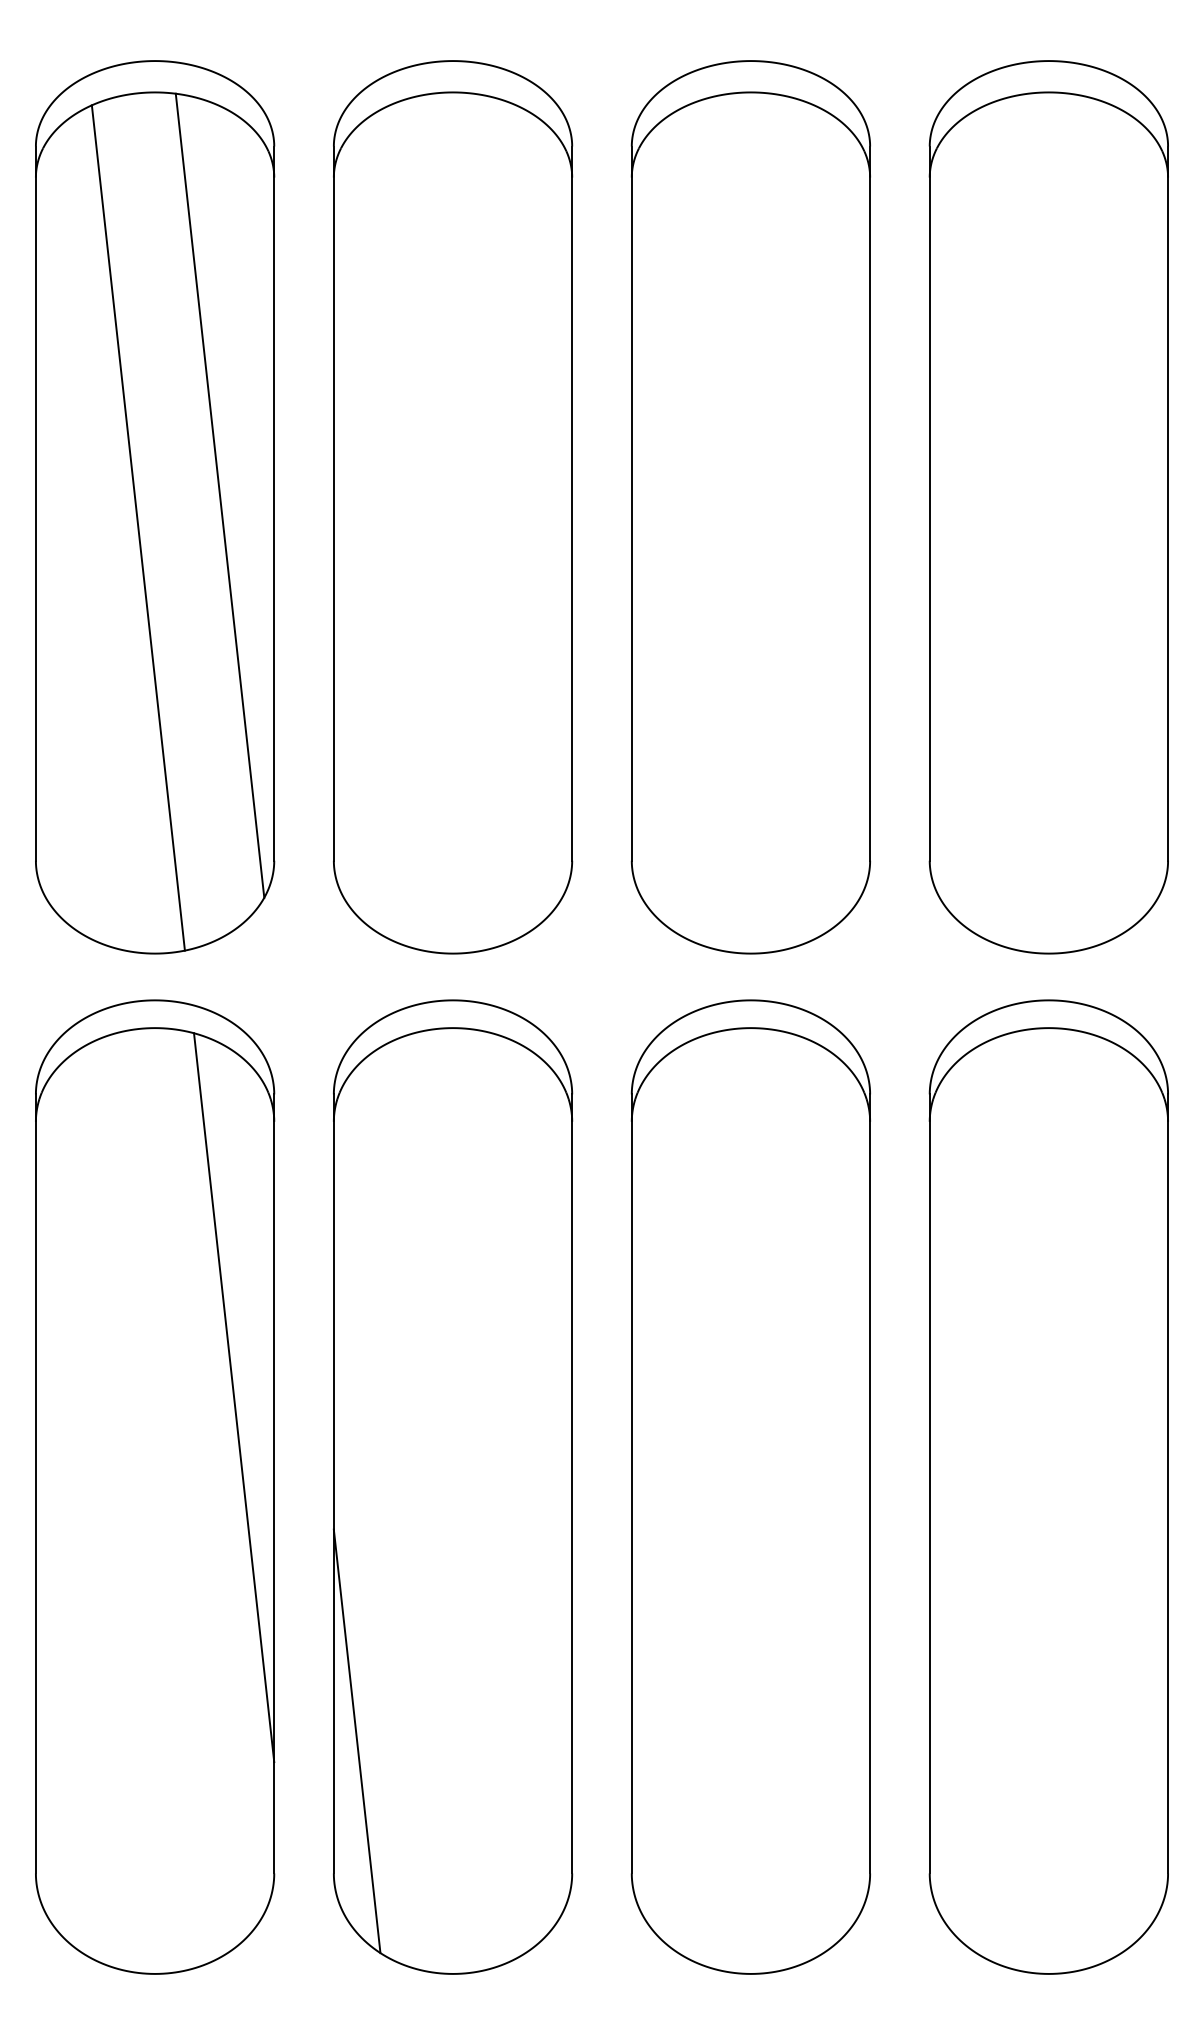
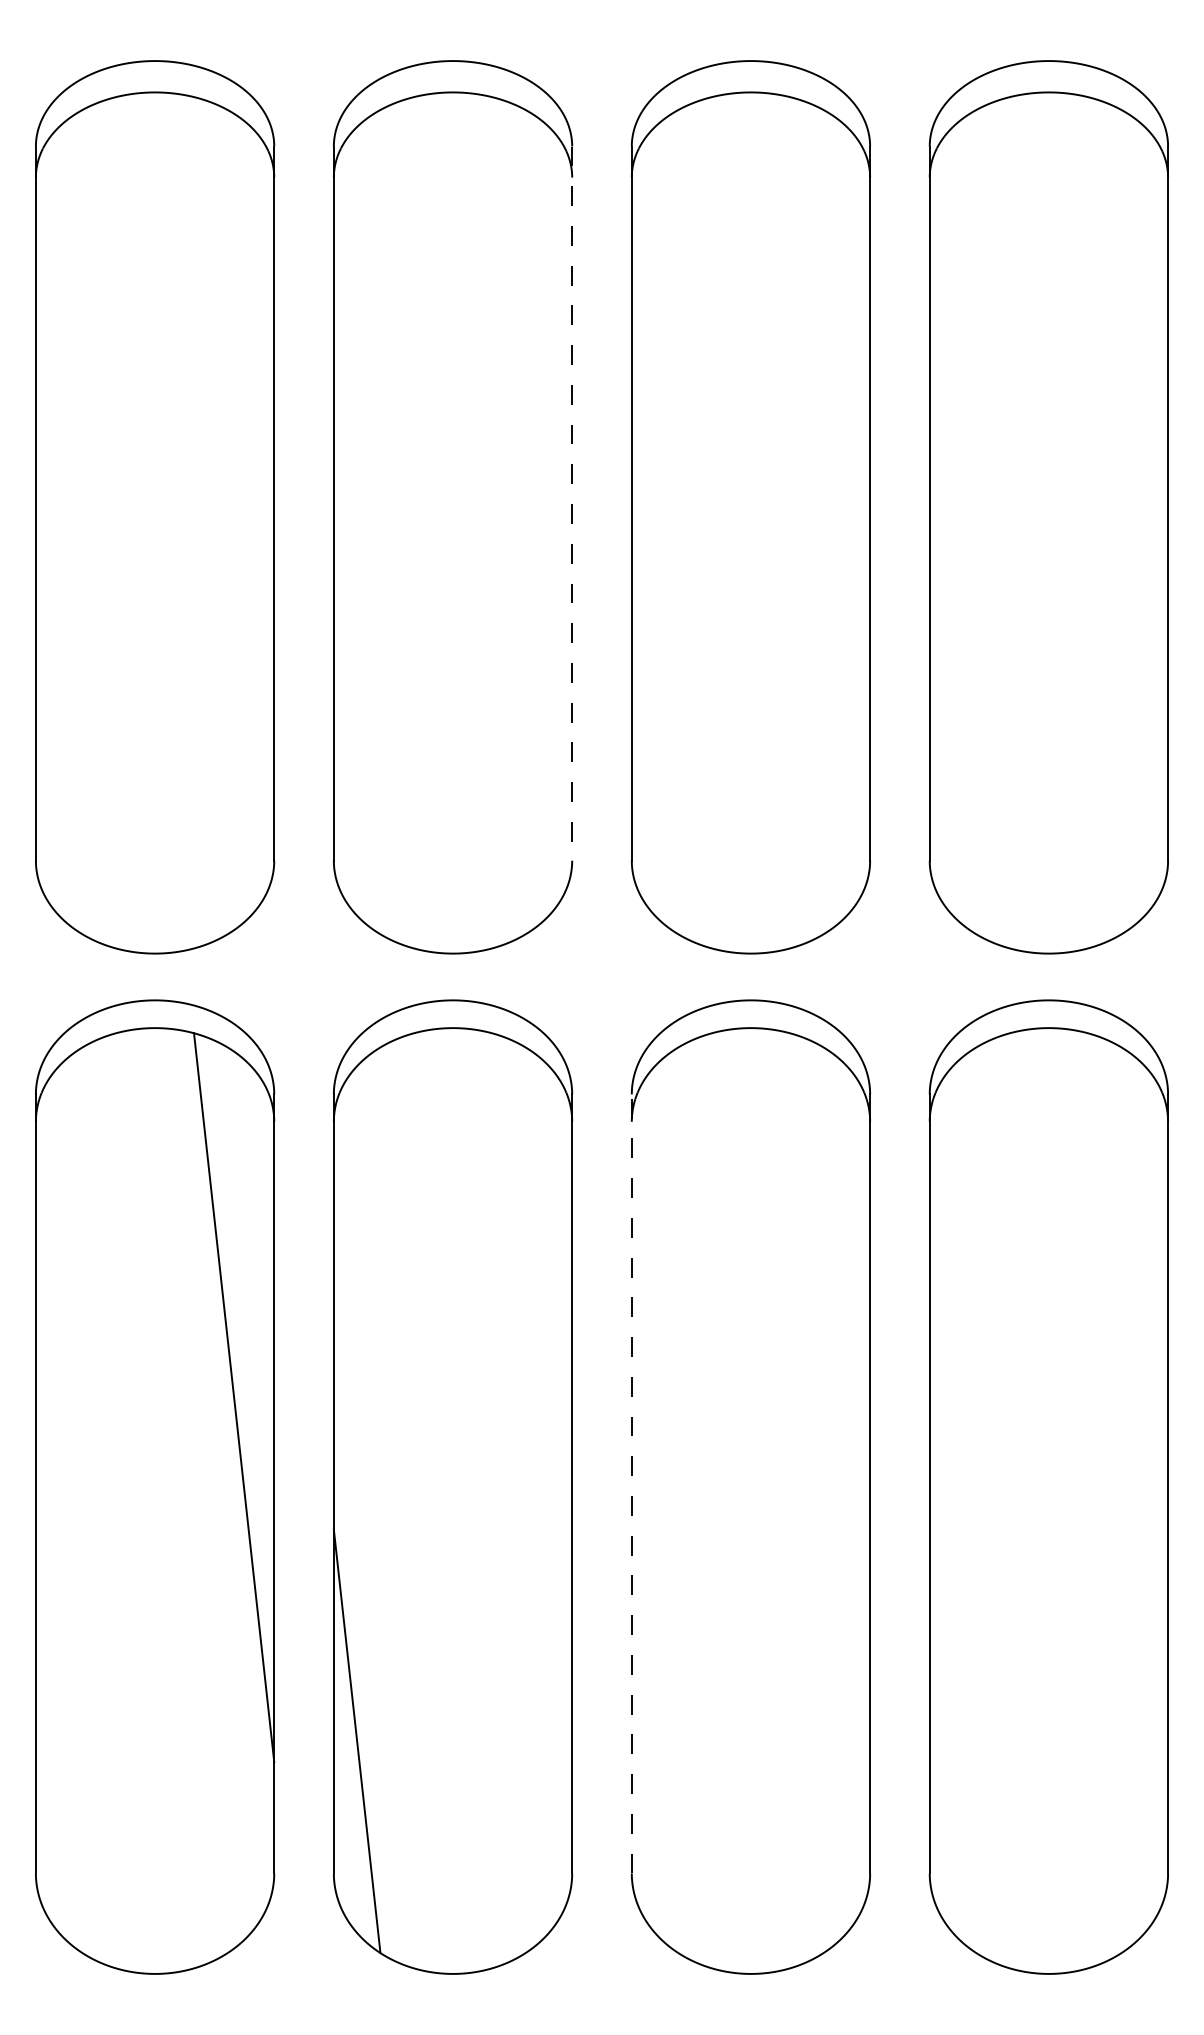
line at (219, 495): present -> none
line at (572, 504): solid -> dashed
line at (137, 527): present -> none
line at (631, 1483): solid -> dashed
